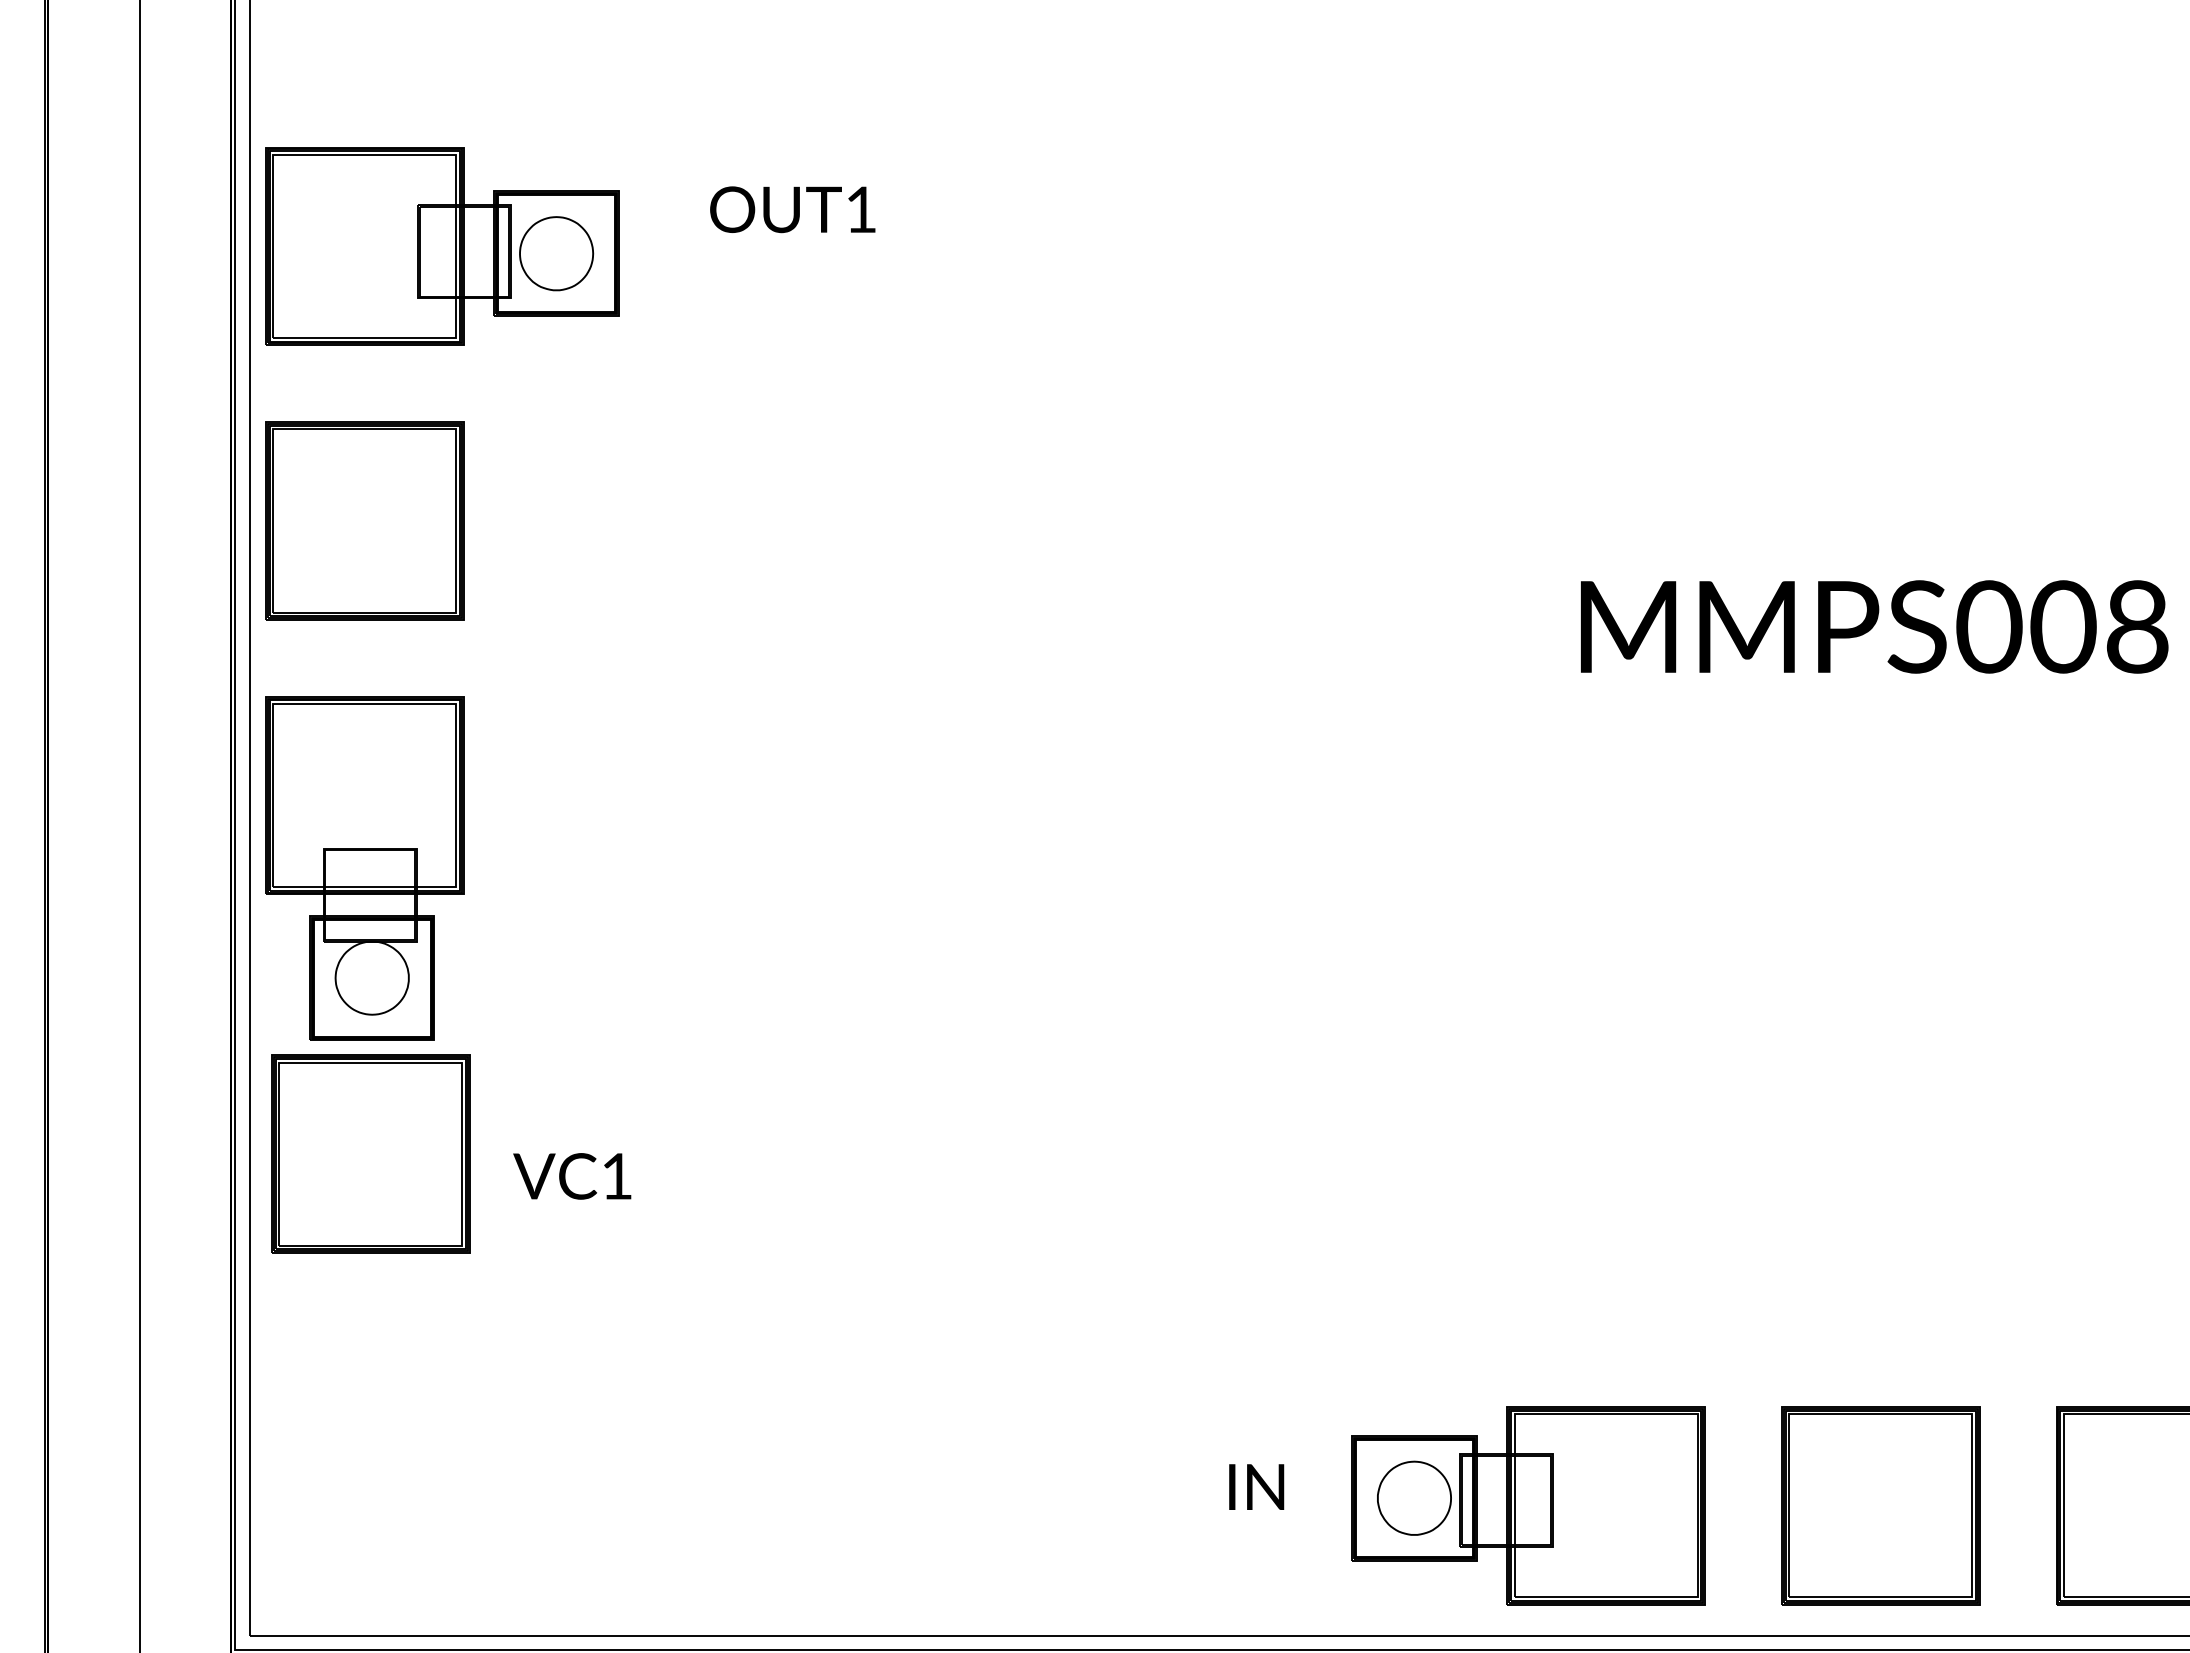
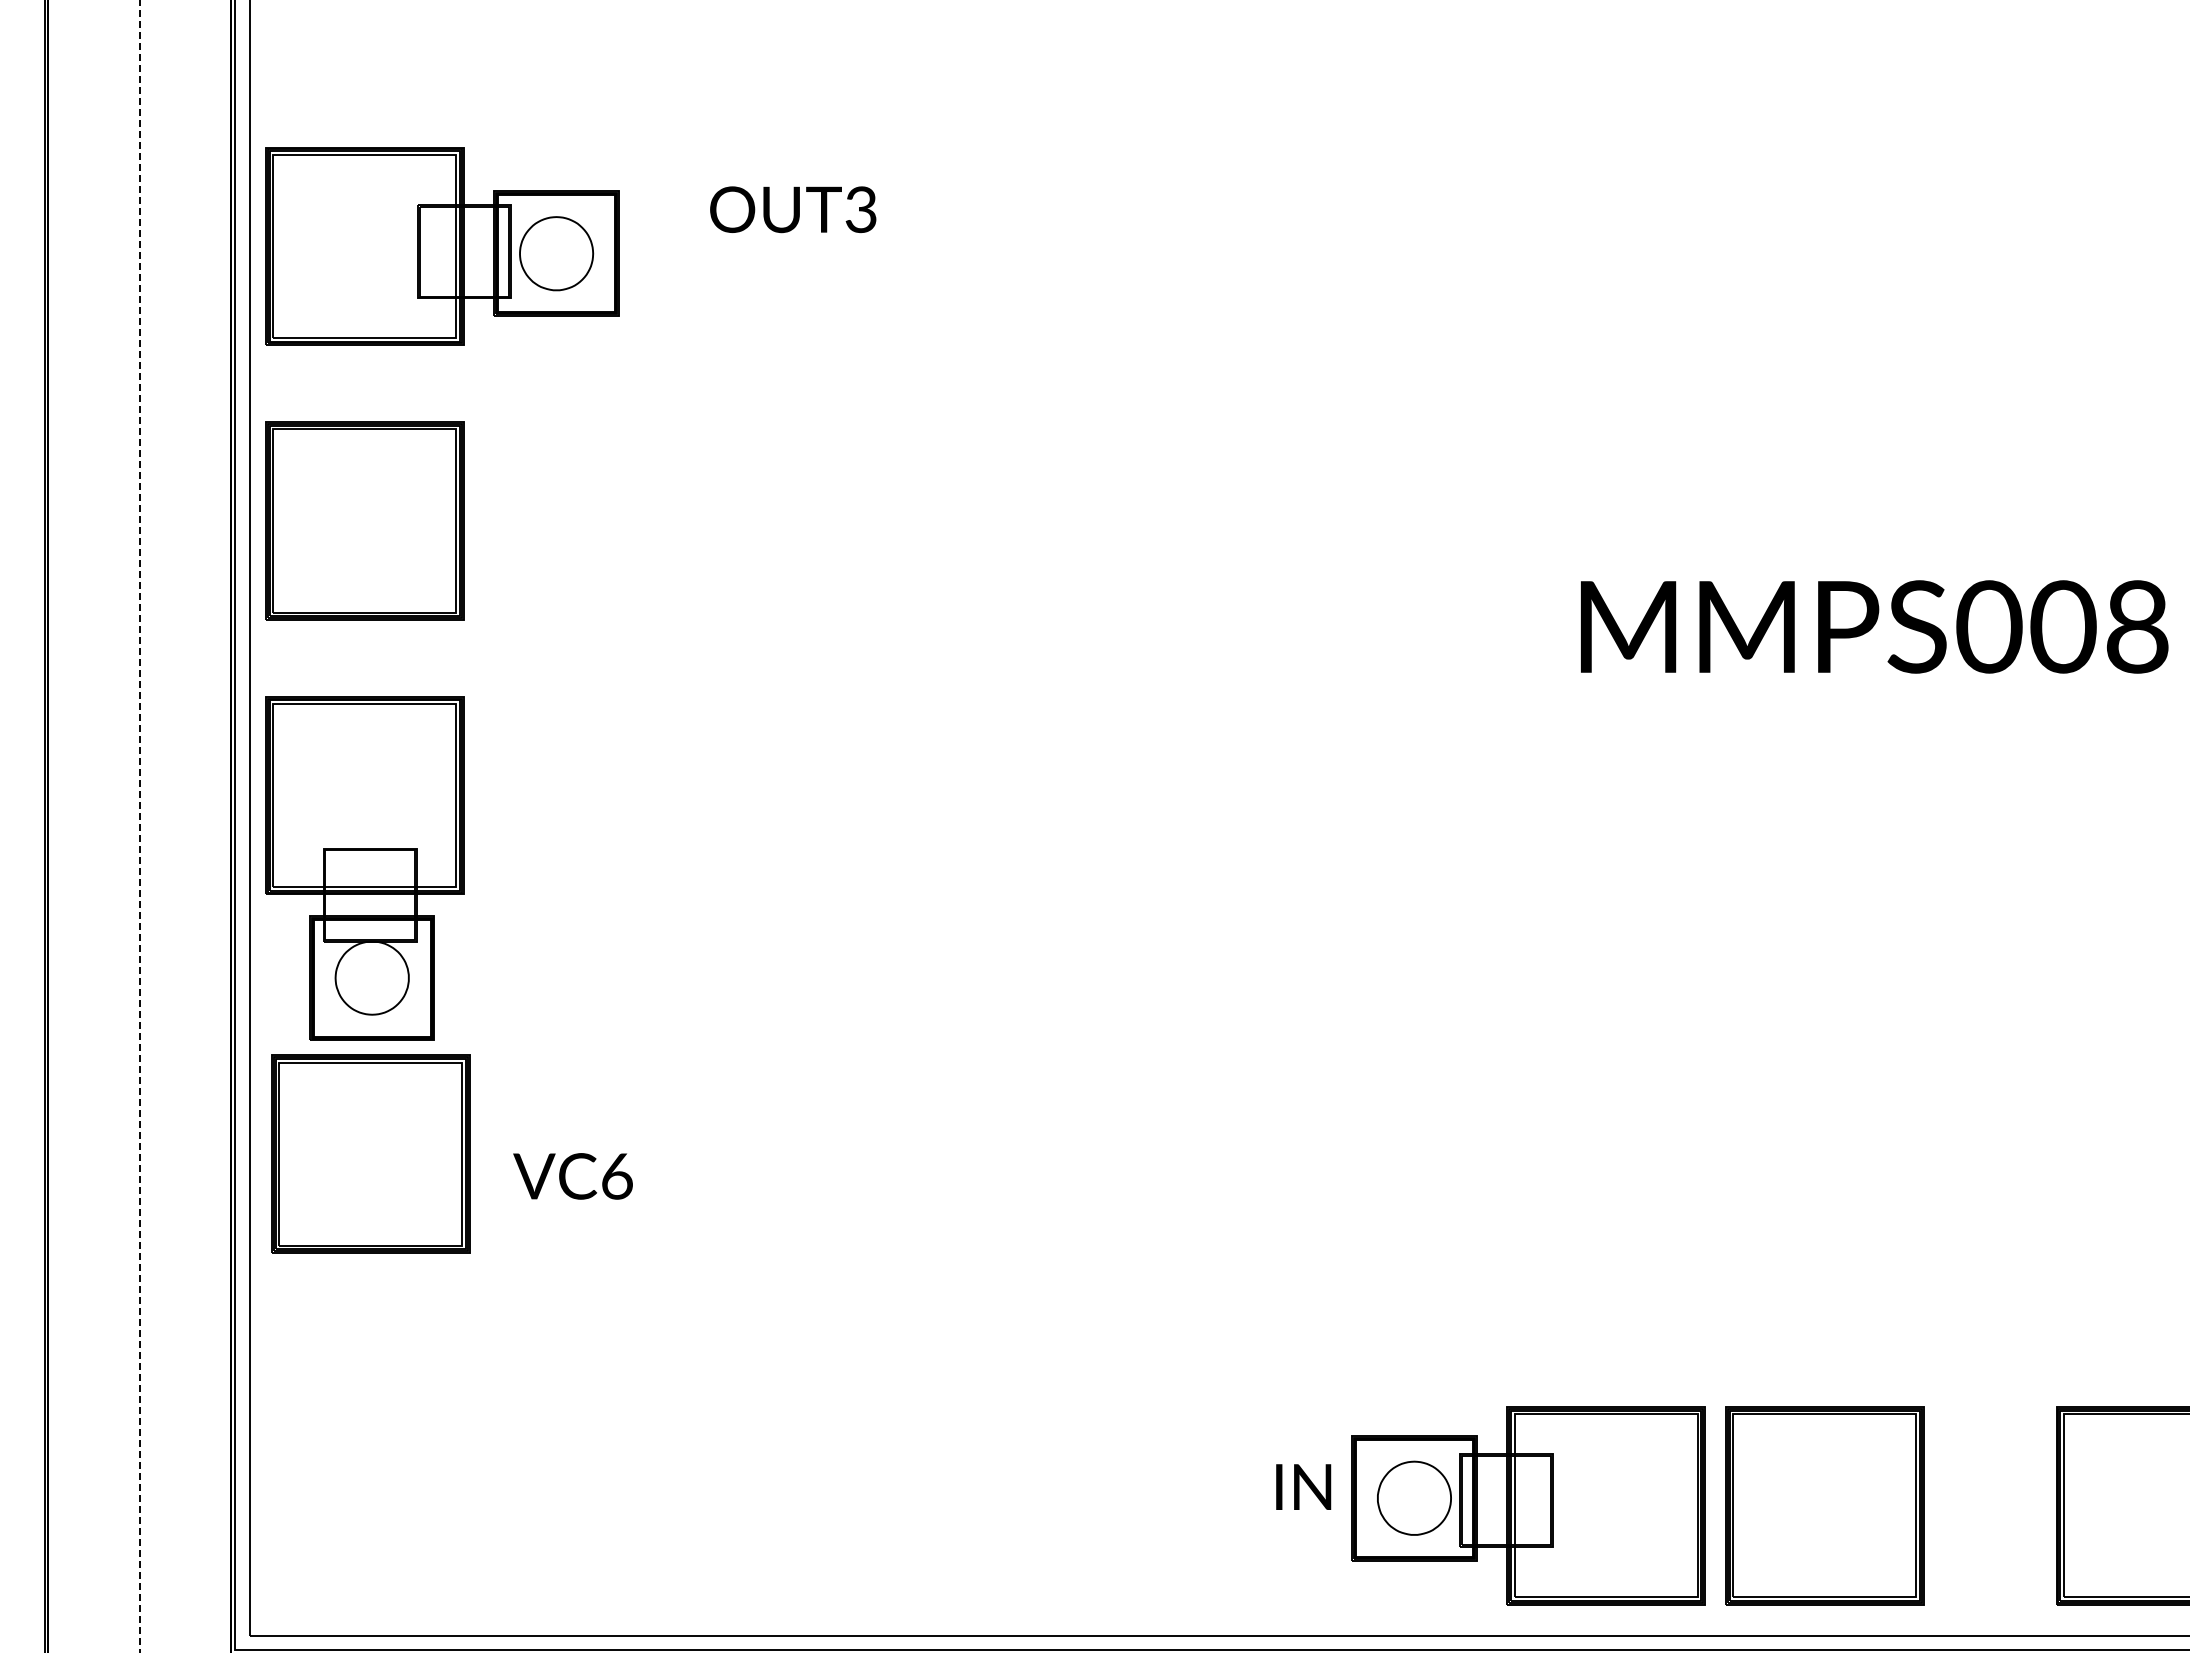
text at (860, 209): OUT1 -> OUT3
line at (139, 826): solid -> dashed
text at (617, 1176): VC1 -> VC6
text at (1256, 1486) position: (1256, 1486) -> (1303, 1486)
part at (1880, 1505) position: (1880, 1505) -> (1824, 1505)
